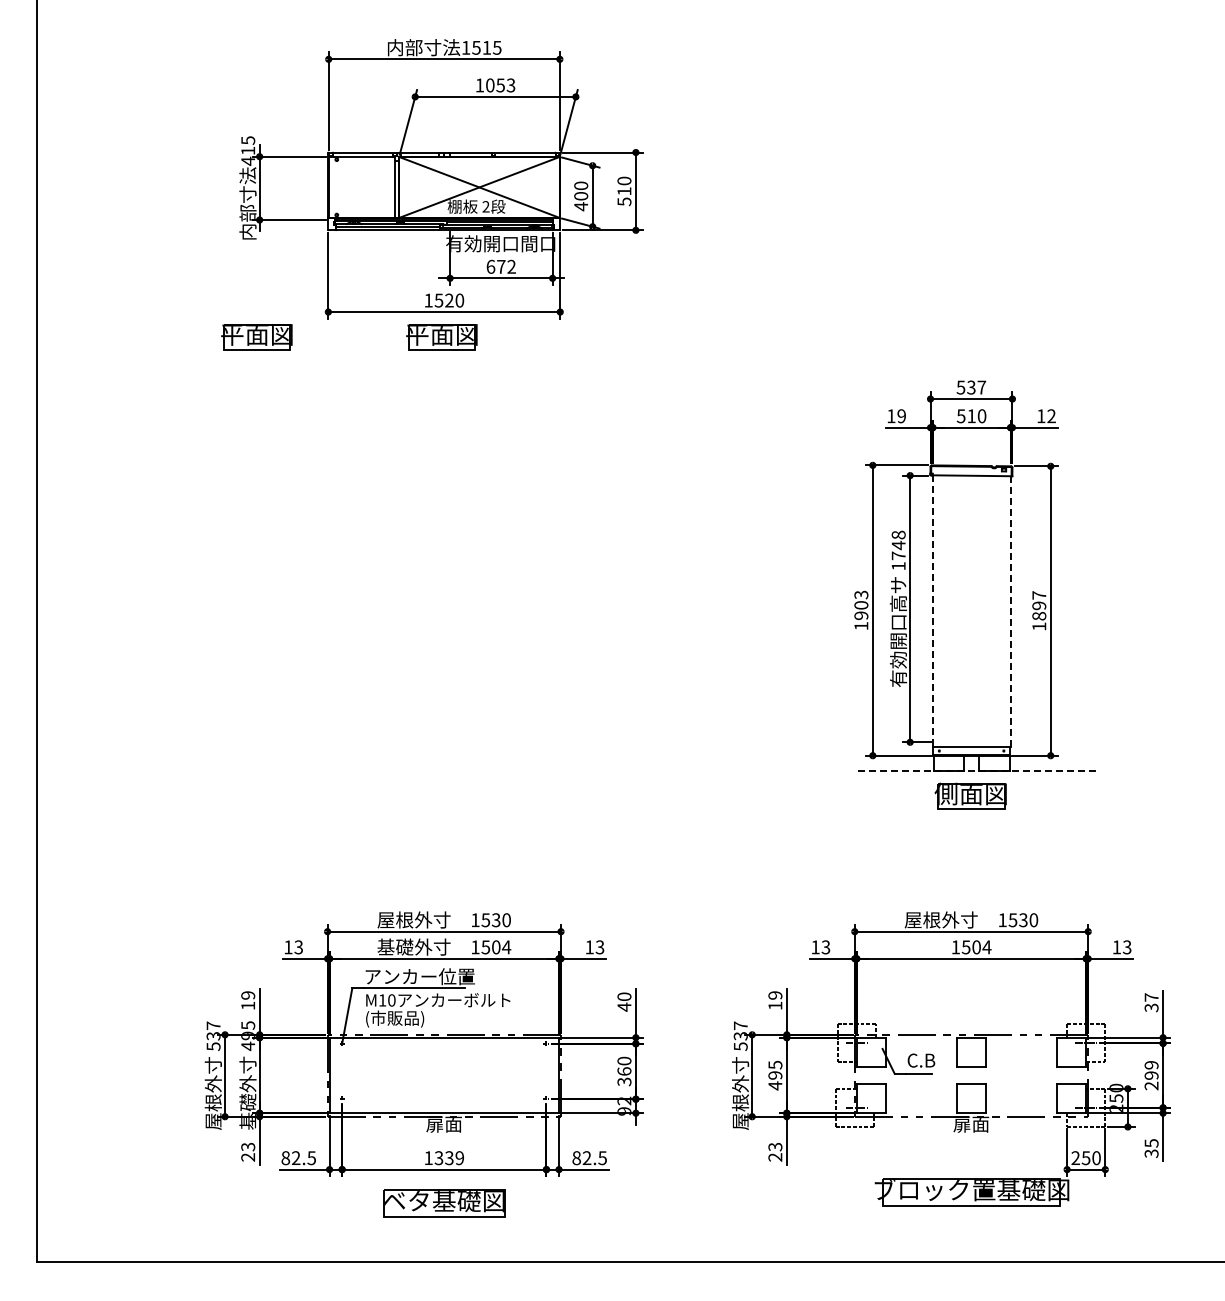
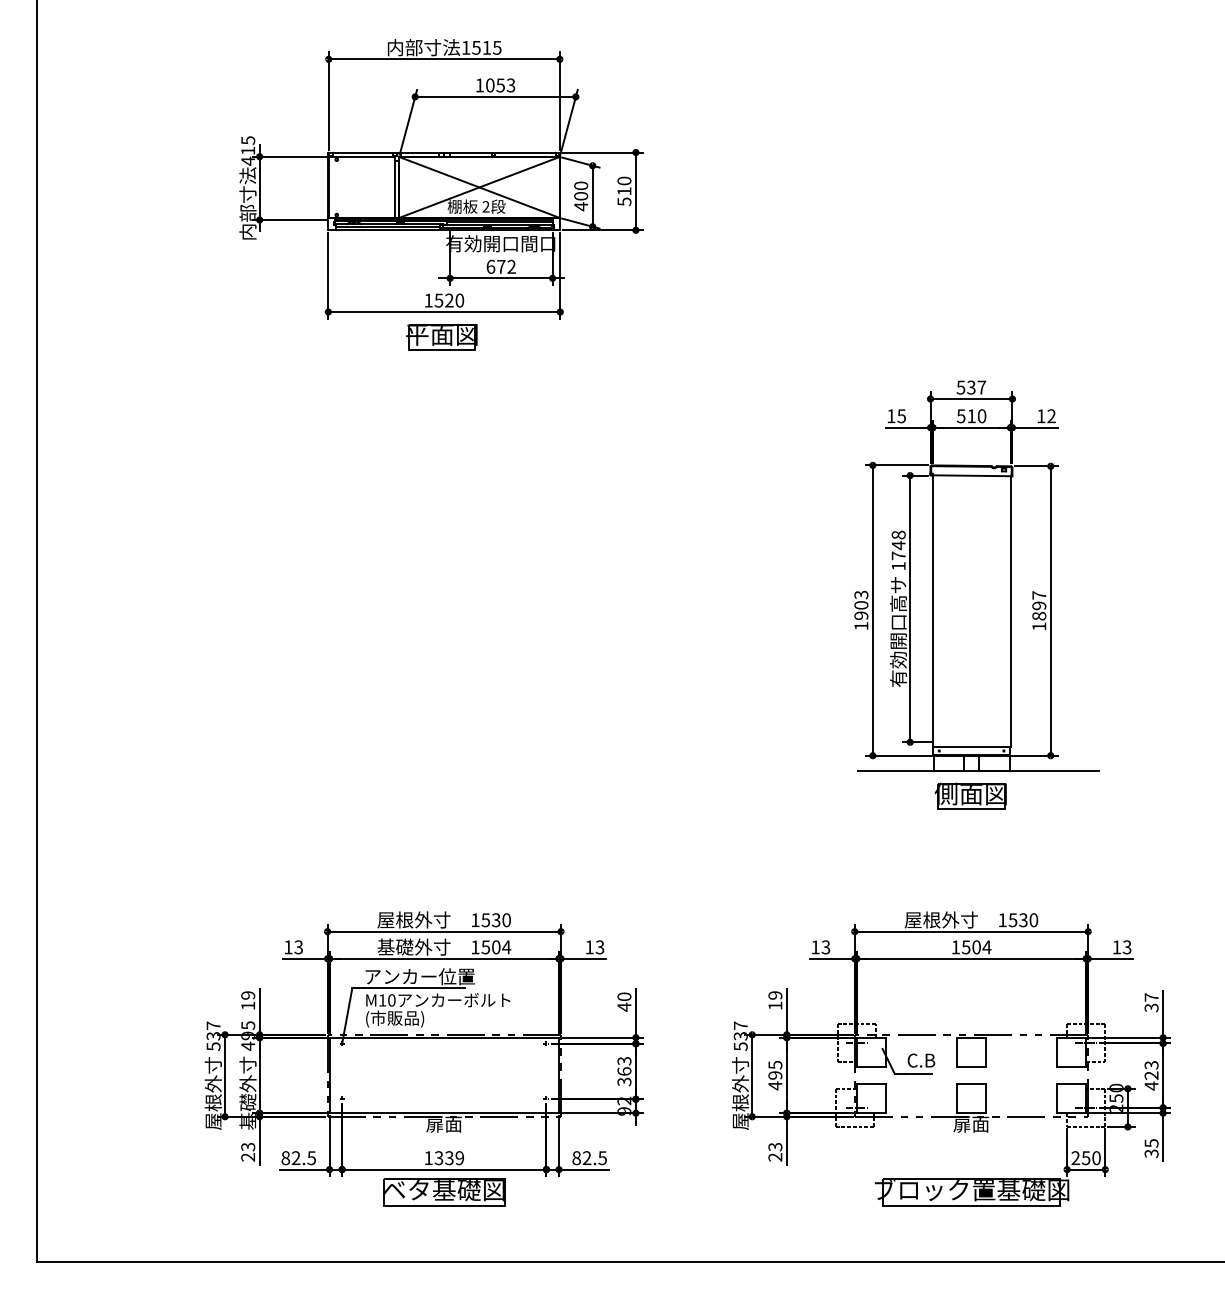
part at (256, 337): present -> none
text at (901, 416): 19 -> 15
line at (932, 611): dashed -> solid
line at (1010, 611): dashed -> solid
line at (979, 770): dashed -> solid
text at (624, 1060): 360 -> 363
text at (1151, 1075): 299 -> 423
part at (444, 1203) position: (444, 1203) -> (444, 1192)
